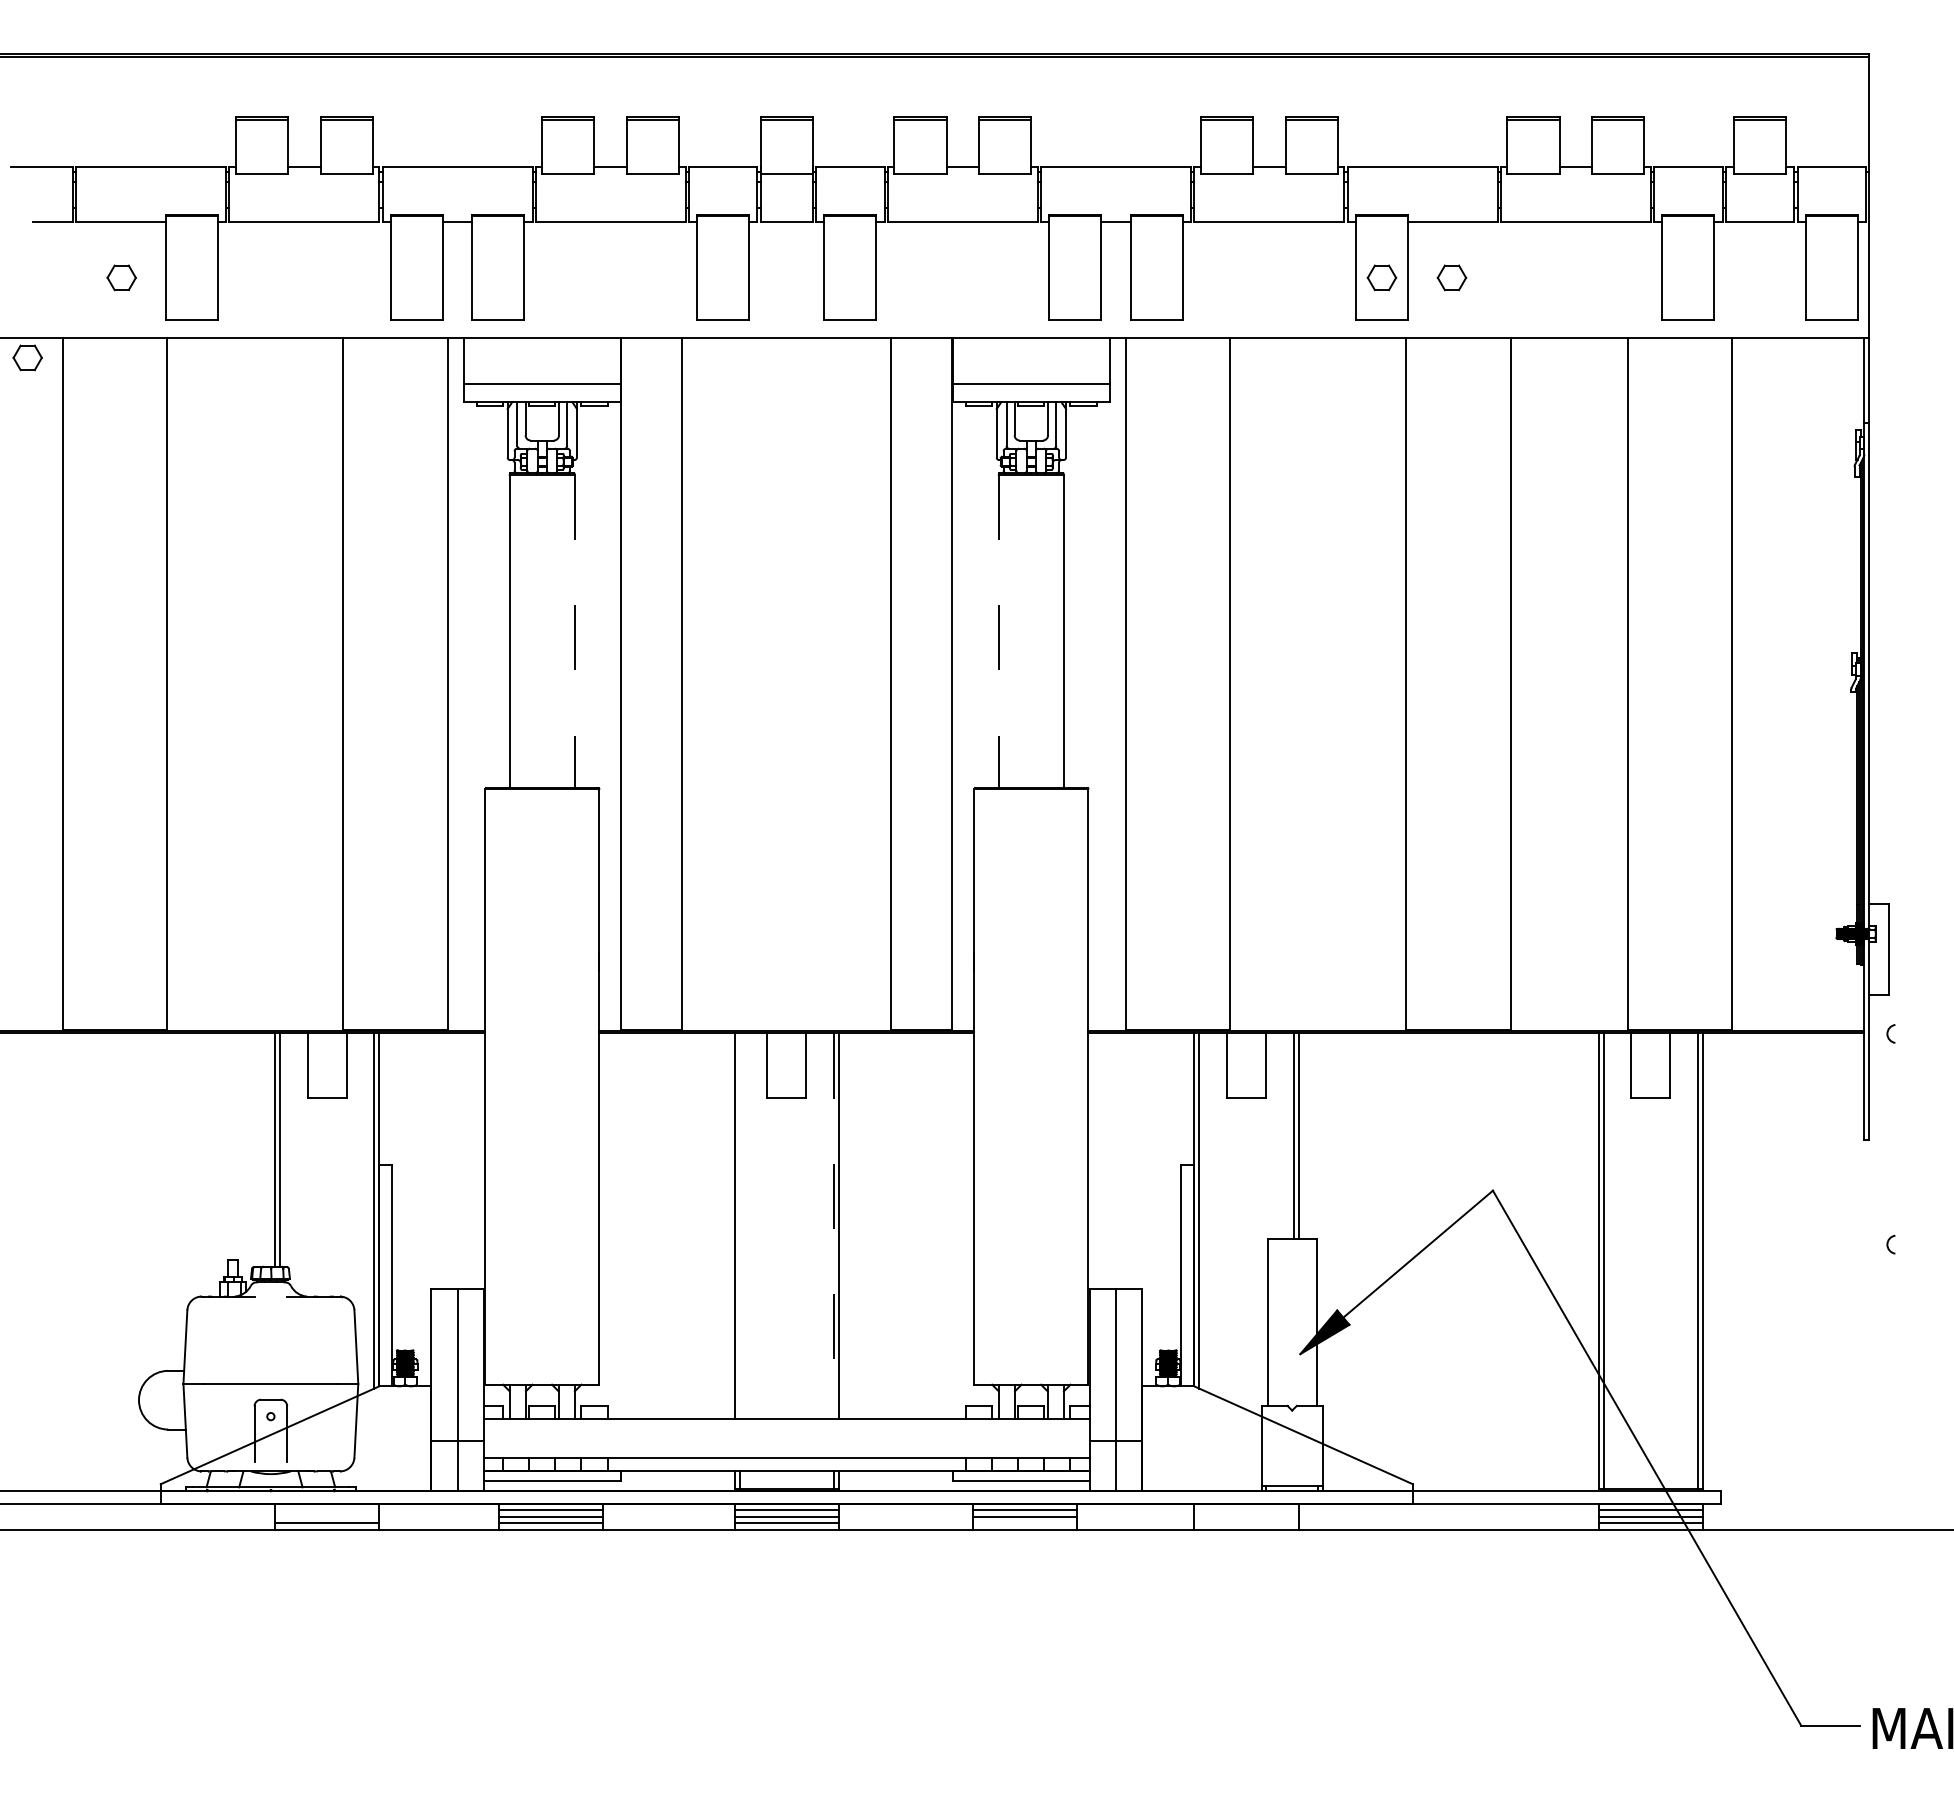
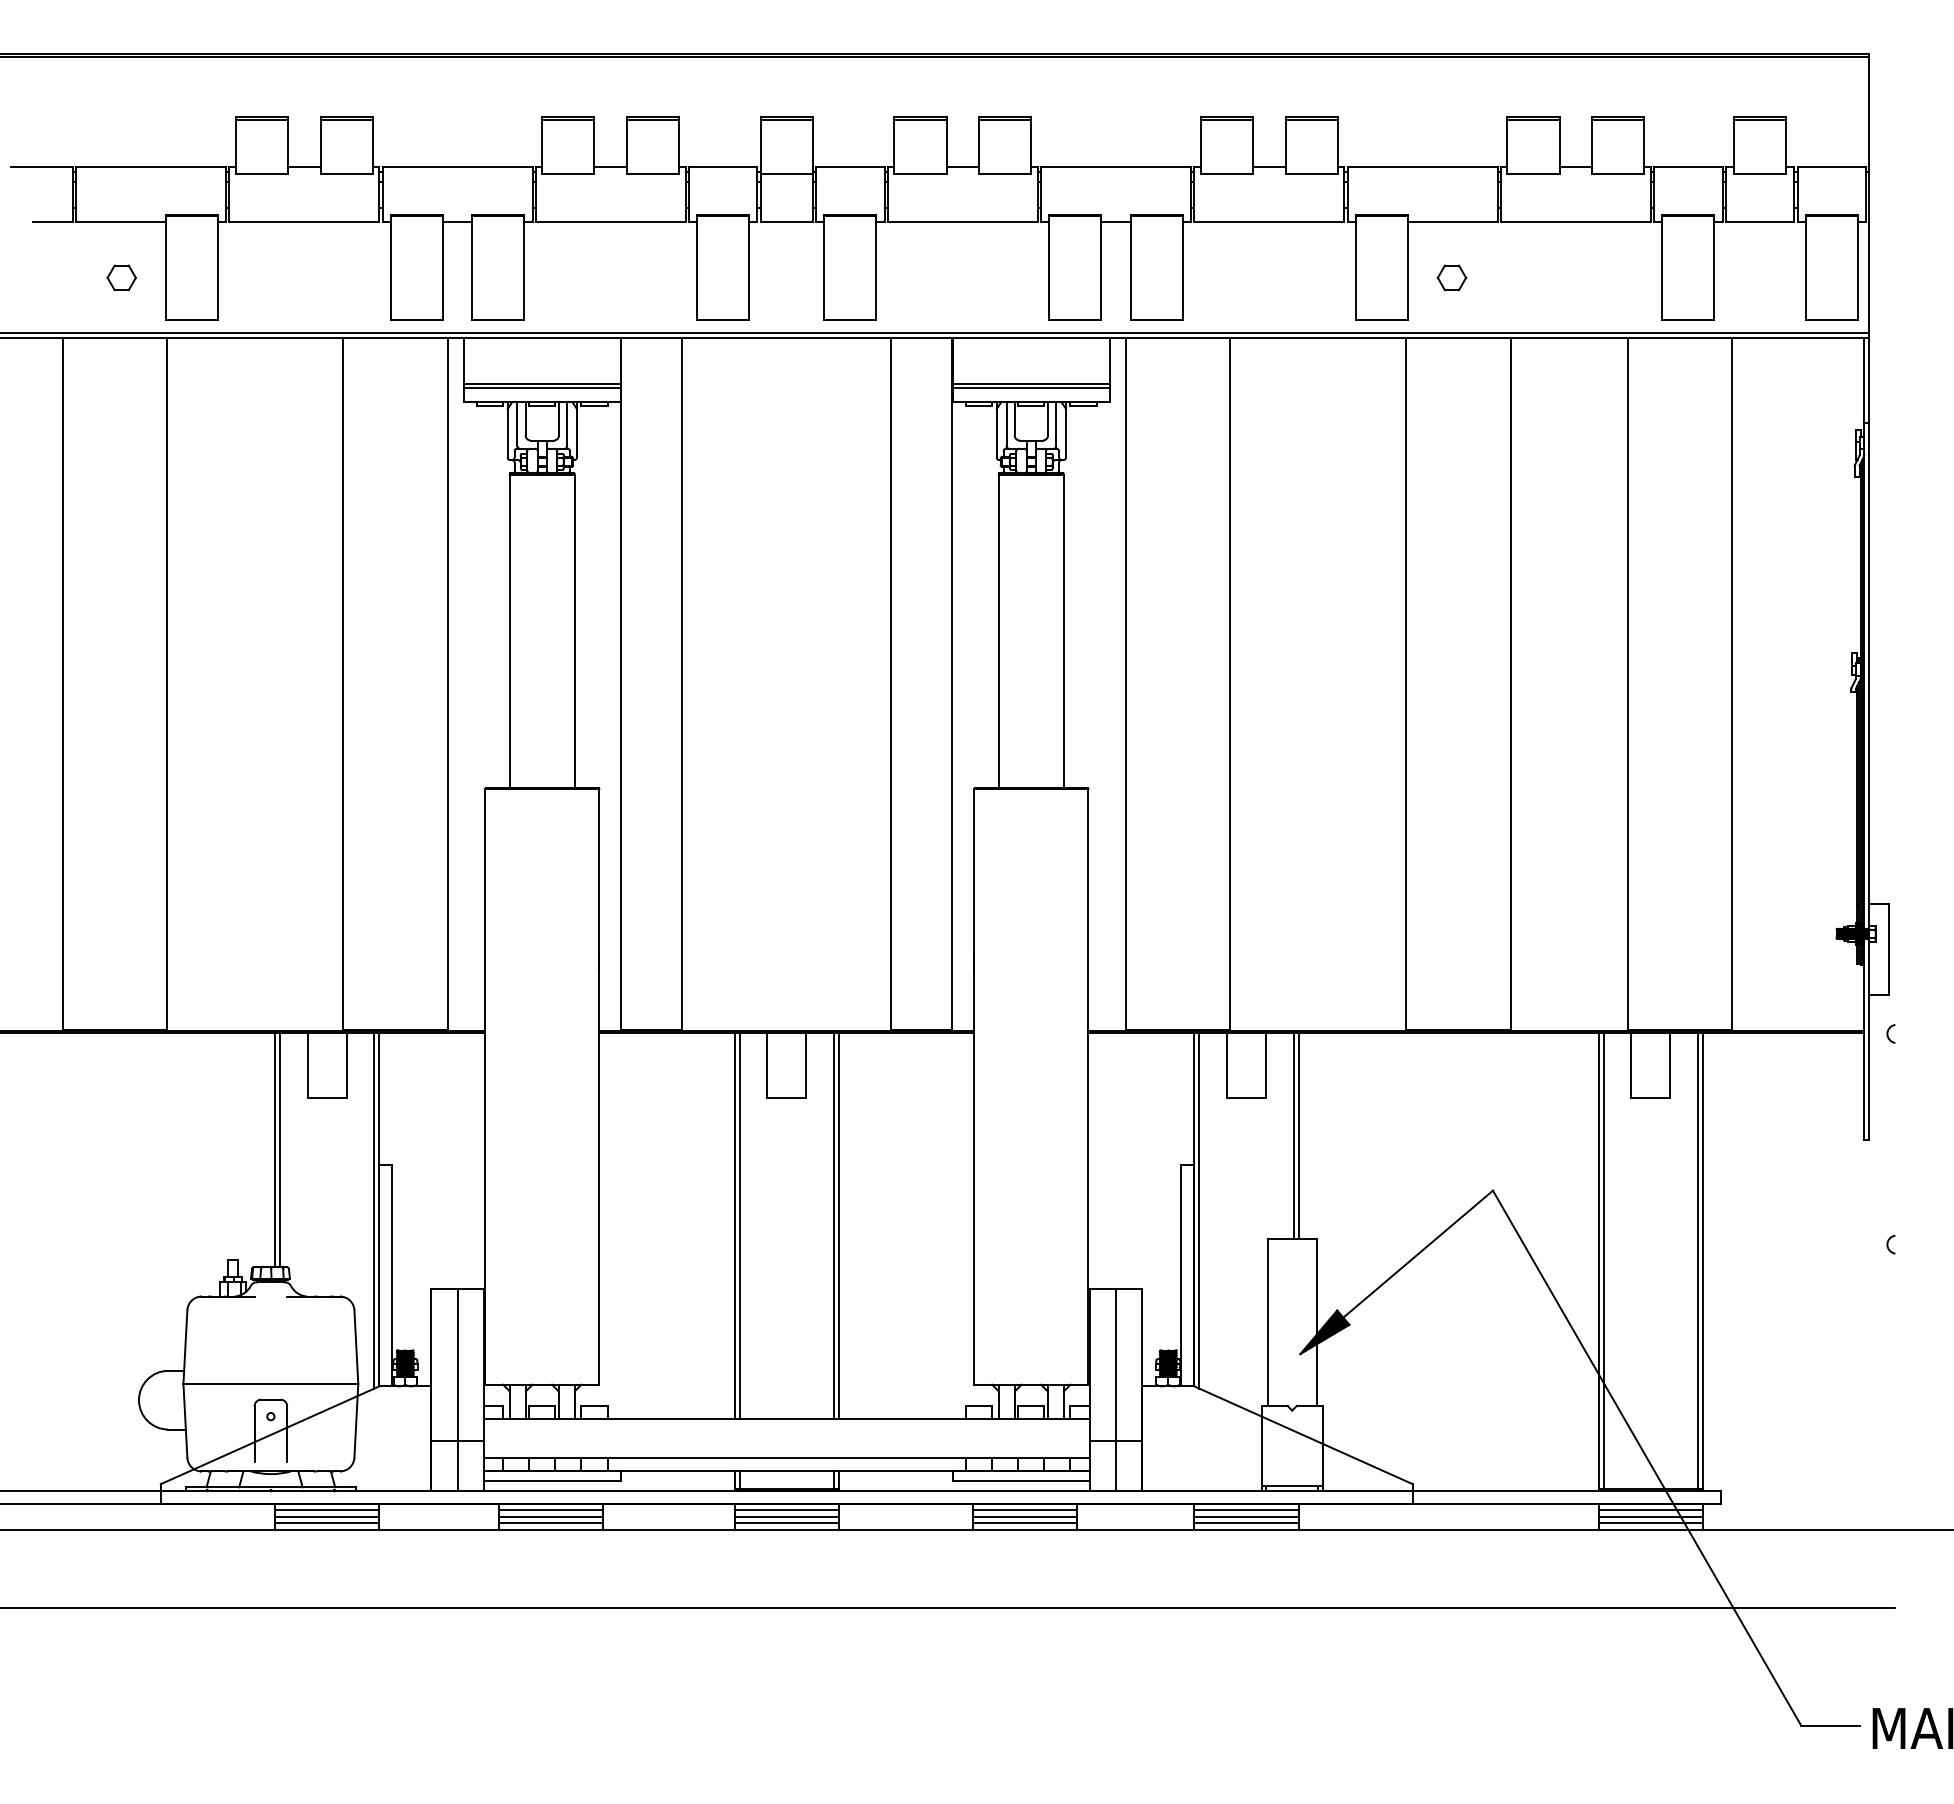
part at (1381, 277): present -> none
line at (935, 333): none -> present
part at (27, 357): present -> none
line at (542, 387): none -> present
line at (1031, 387): none -> present
line at (574, 631): dashed -> solid
line at (998, 631): dashed -> solid
line at (739, 1225): none -> present
line at (833, 1226): dashed -> solid
line at (326, 1510): none -> present
line at (1246, 1510): none -> present
line at (326, 1516): none -> present
line at (1246, 1516): none -> present
line at (1024, 1523): none -> present
line at (1246, 1523): none -> present
line at (948, 1608): none -> present
